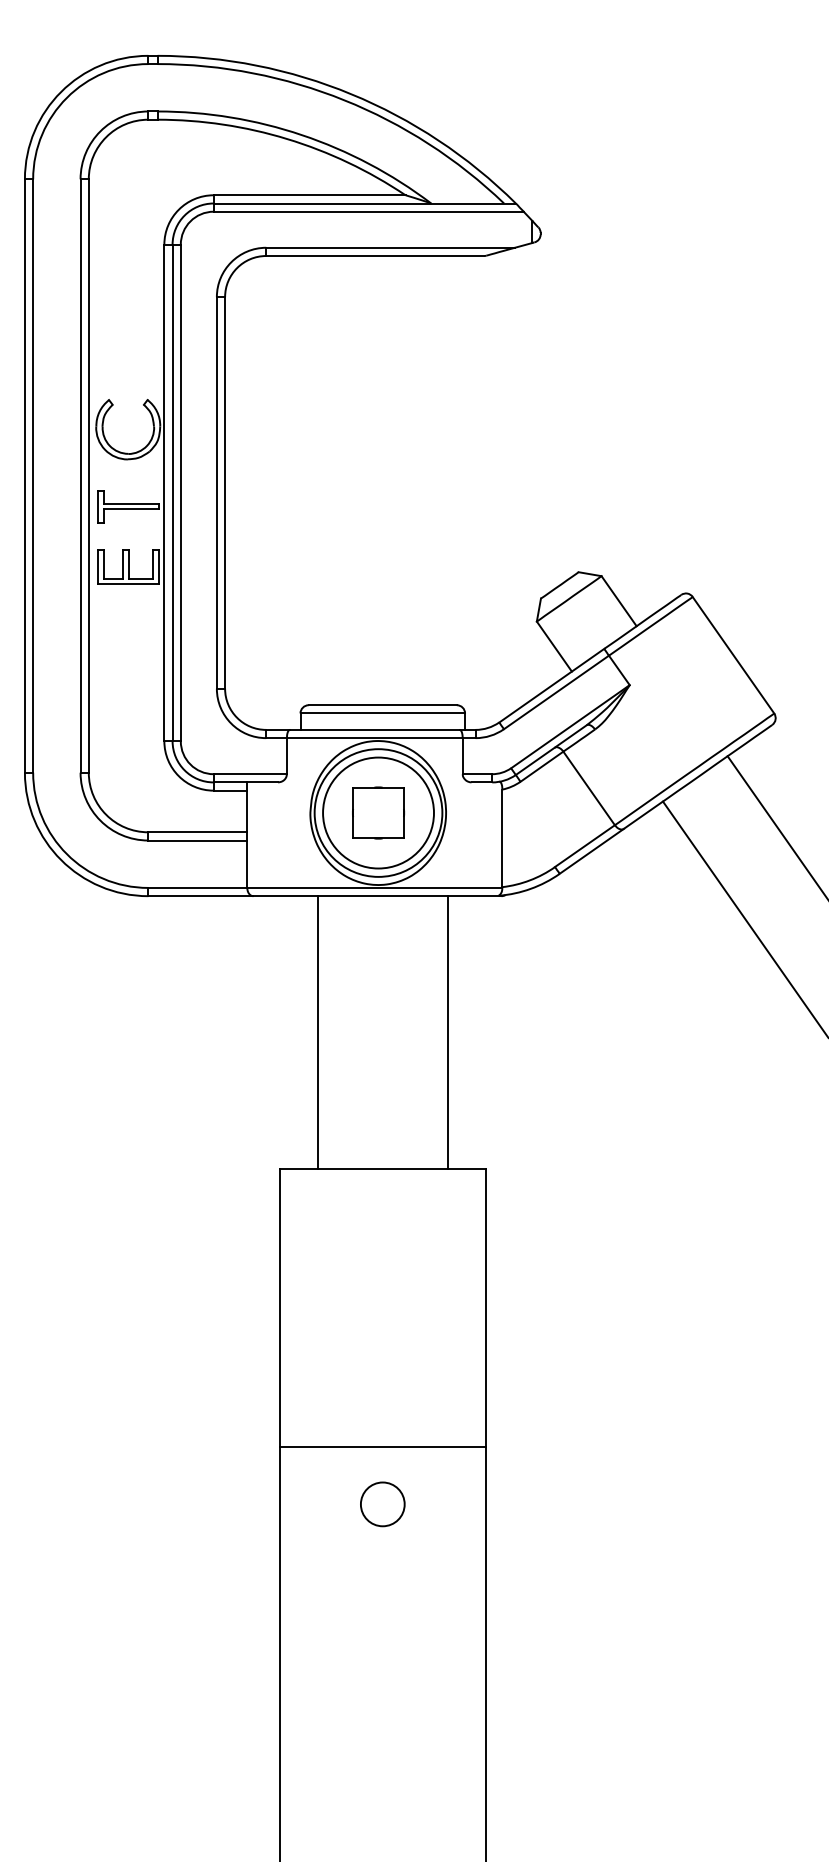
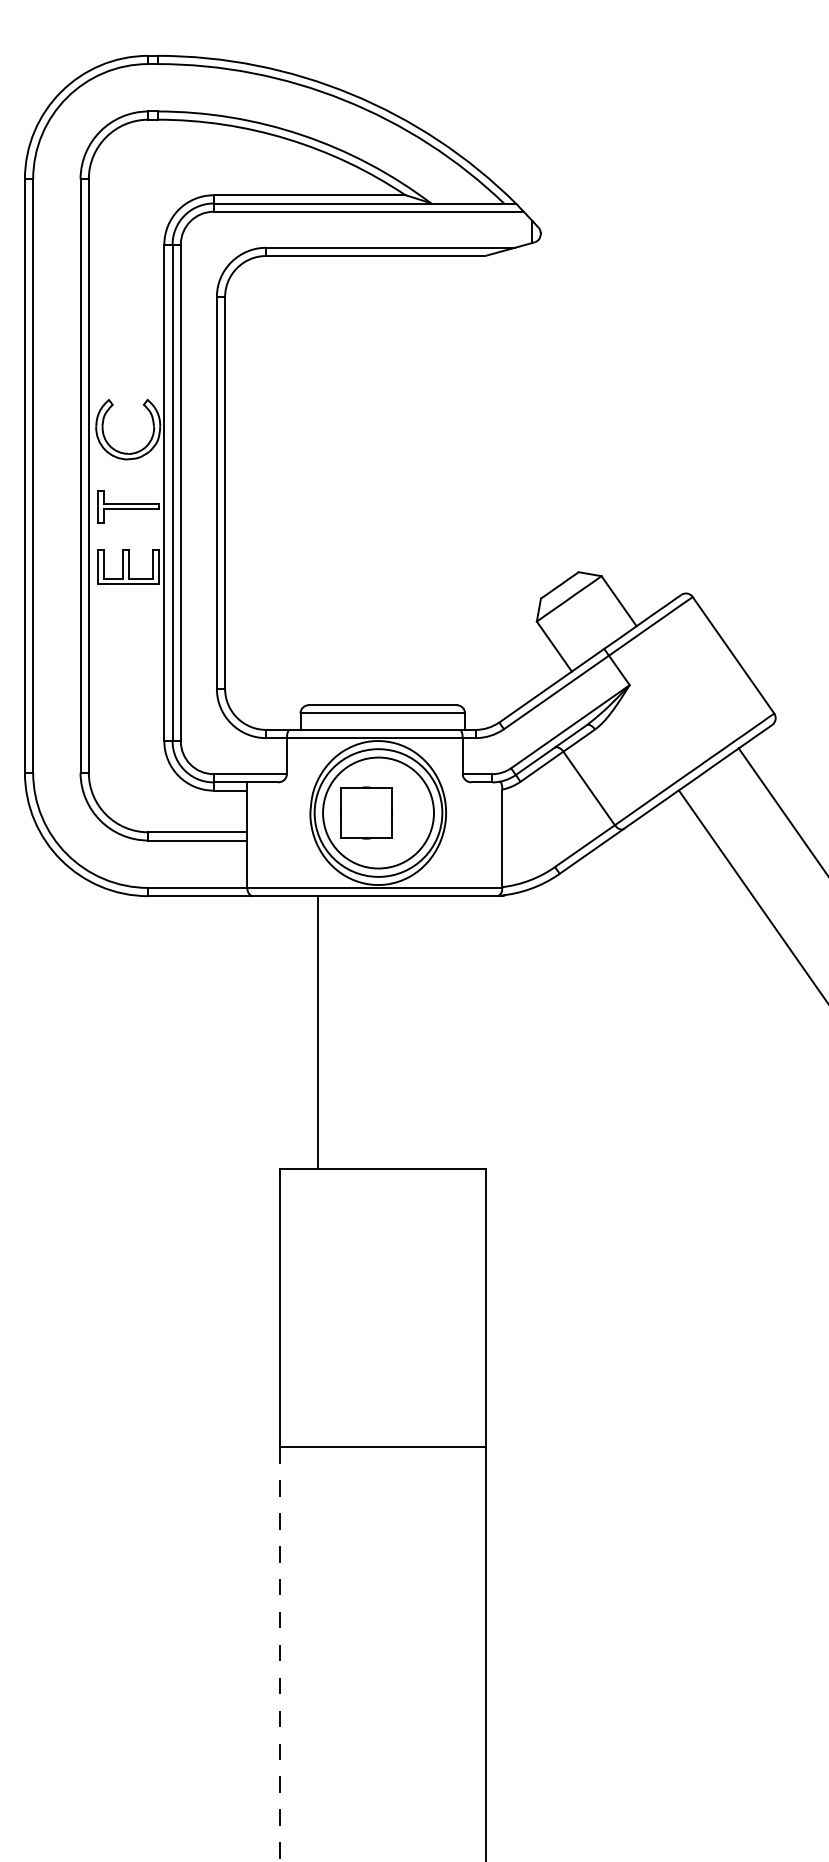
part at (378, 812) position: (378, 812) -> (366, 812)
line at (776, 826) position: (776, 826) -> (781, 810)
line at (743, 917) position: (743, 917) -> (751, 894)
line at (447, 1032): present -> none
circle at (382, 1504): present -> none
line at (279, 1654): solid -> dashed
